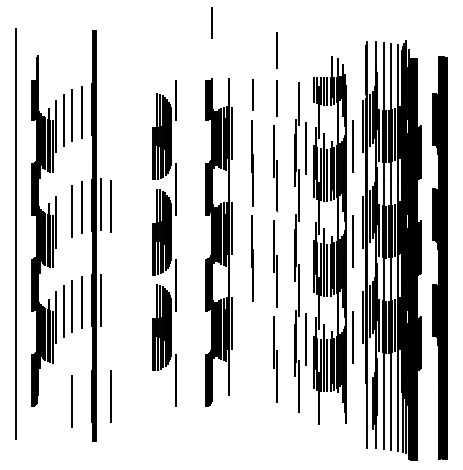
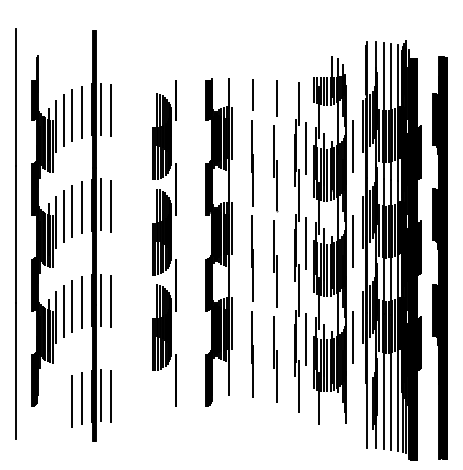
line at (211, 22): present -> none
line at (276, 50): present -> none
line at (101, 109): none -> present
line at (111, 110): none -> present
line at (63, 215): none -> present
line at (306, 243): none -> present
line at (110, 301): none -> present
line at (252, 354): none -> present
line at (101, 395): none -> present
line at (81, 397): none -> present
